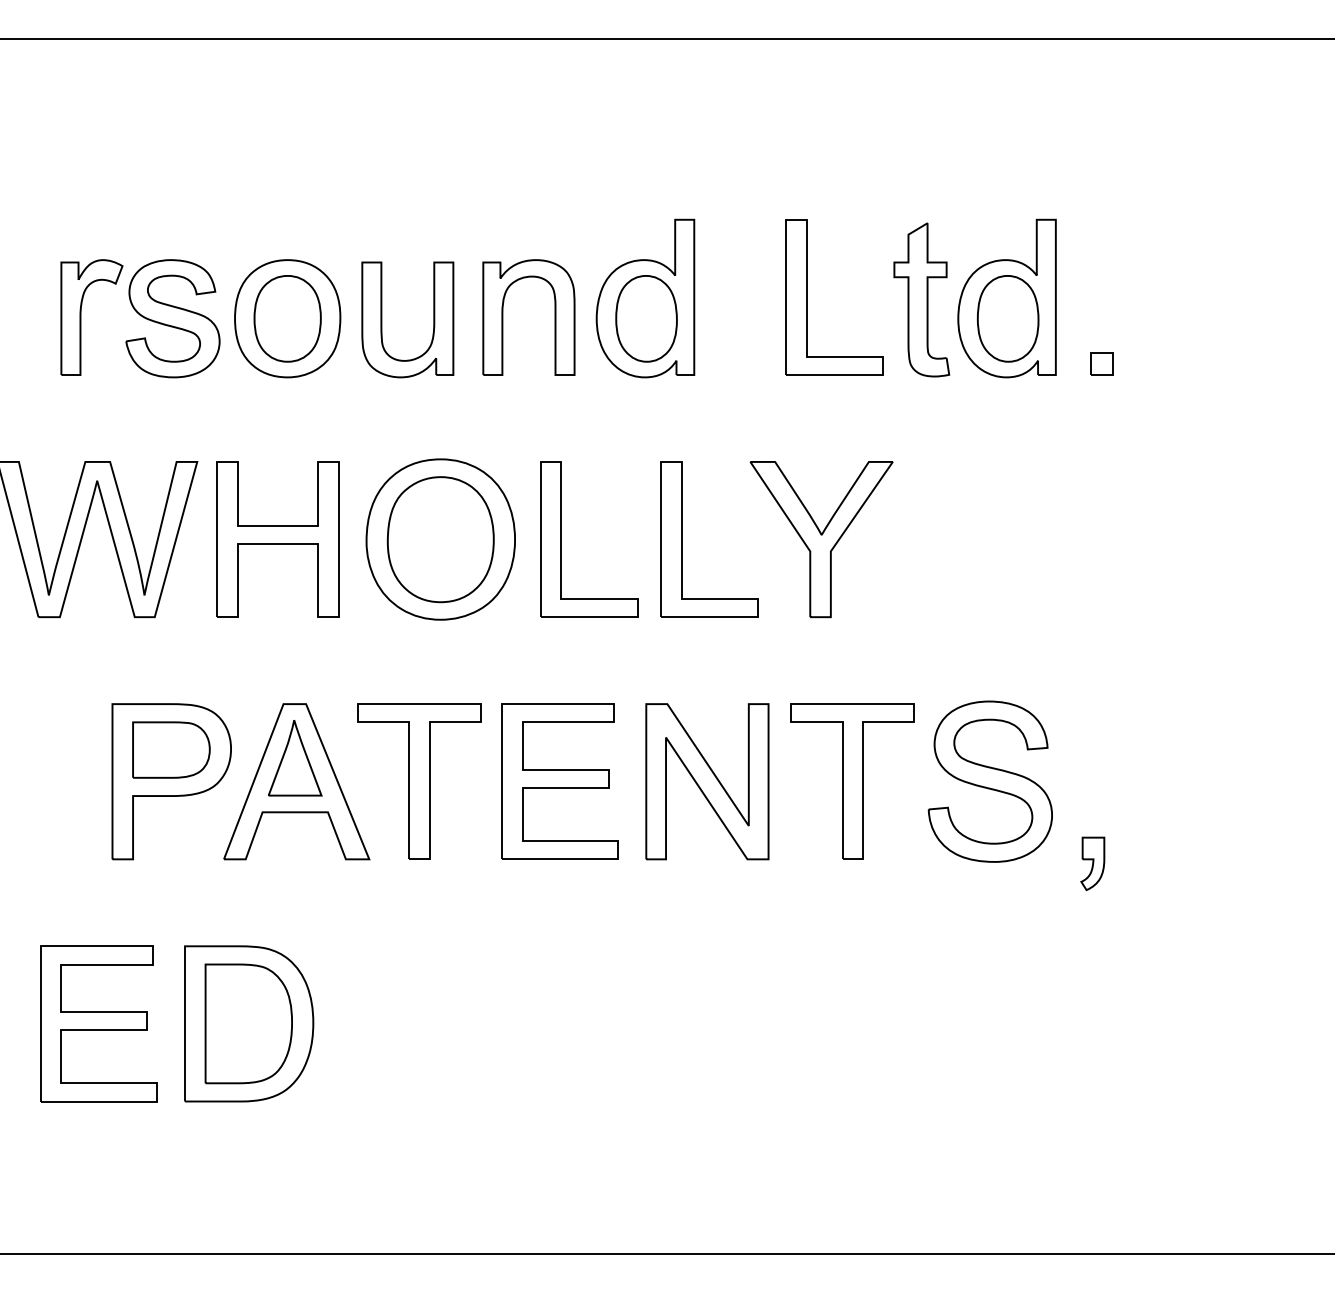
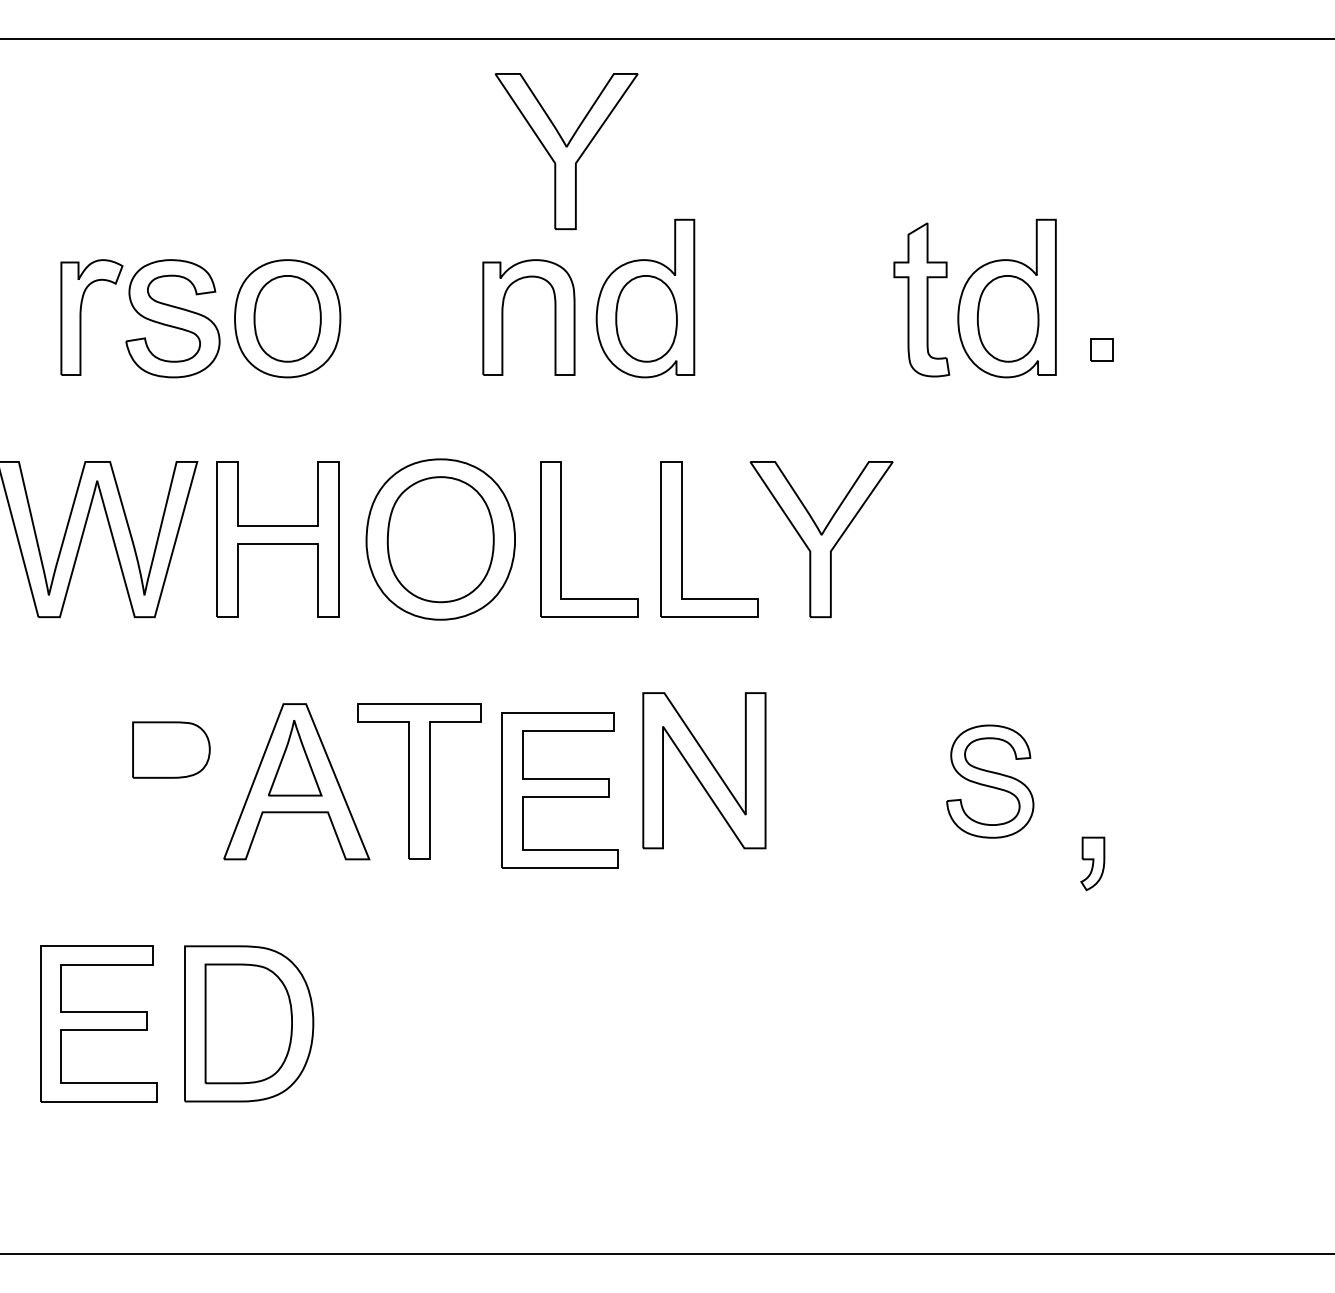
part at (566, 151): none -> present
part at (807, 297): present -> none
part at (382, 319): present -> none
part at (1101, 363) position: (1101, 363) -> (1101, 349)
part at (171, 781): present -> none
part at (559, 781) position: (559, 781) -> (559, 790)
part at (707, 781) position: (707, 781) -> (704, 770)
part at (852, 781): present -> none
part at (989, 781) size: 126x163 px -> 89x115 px
